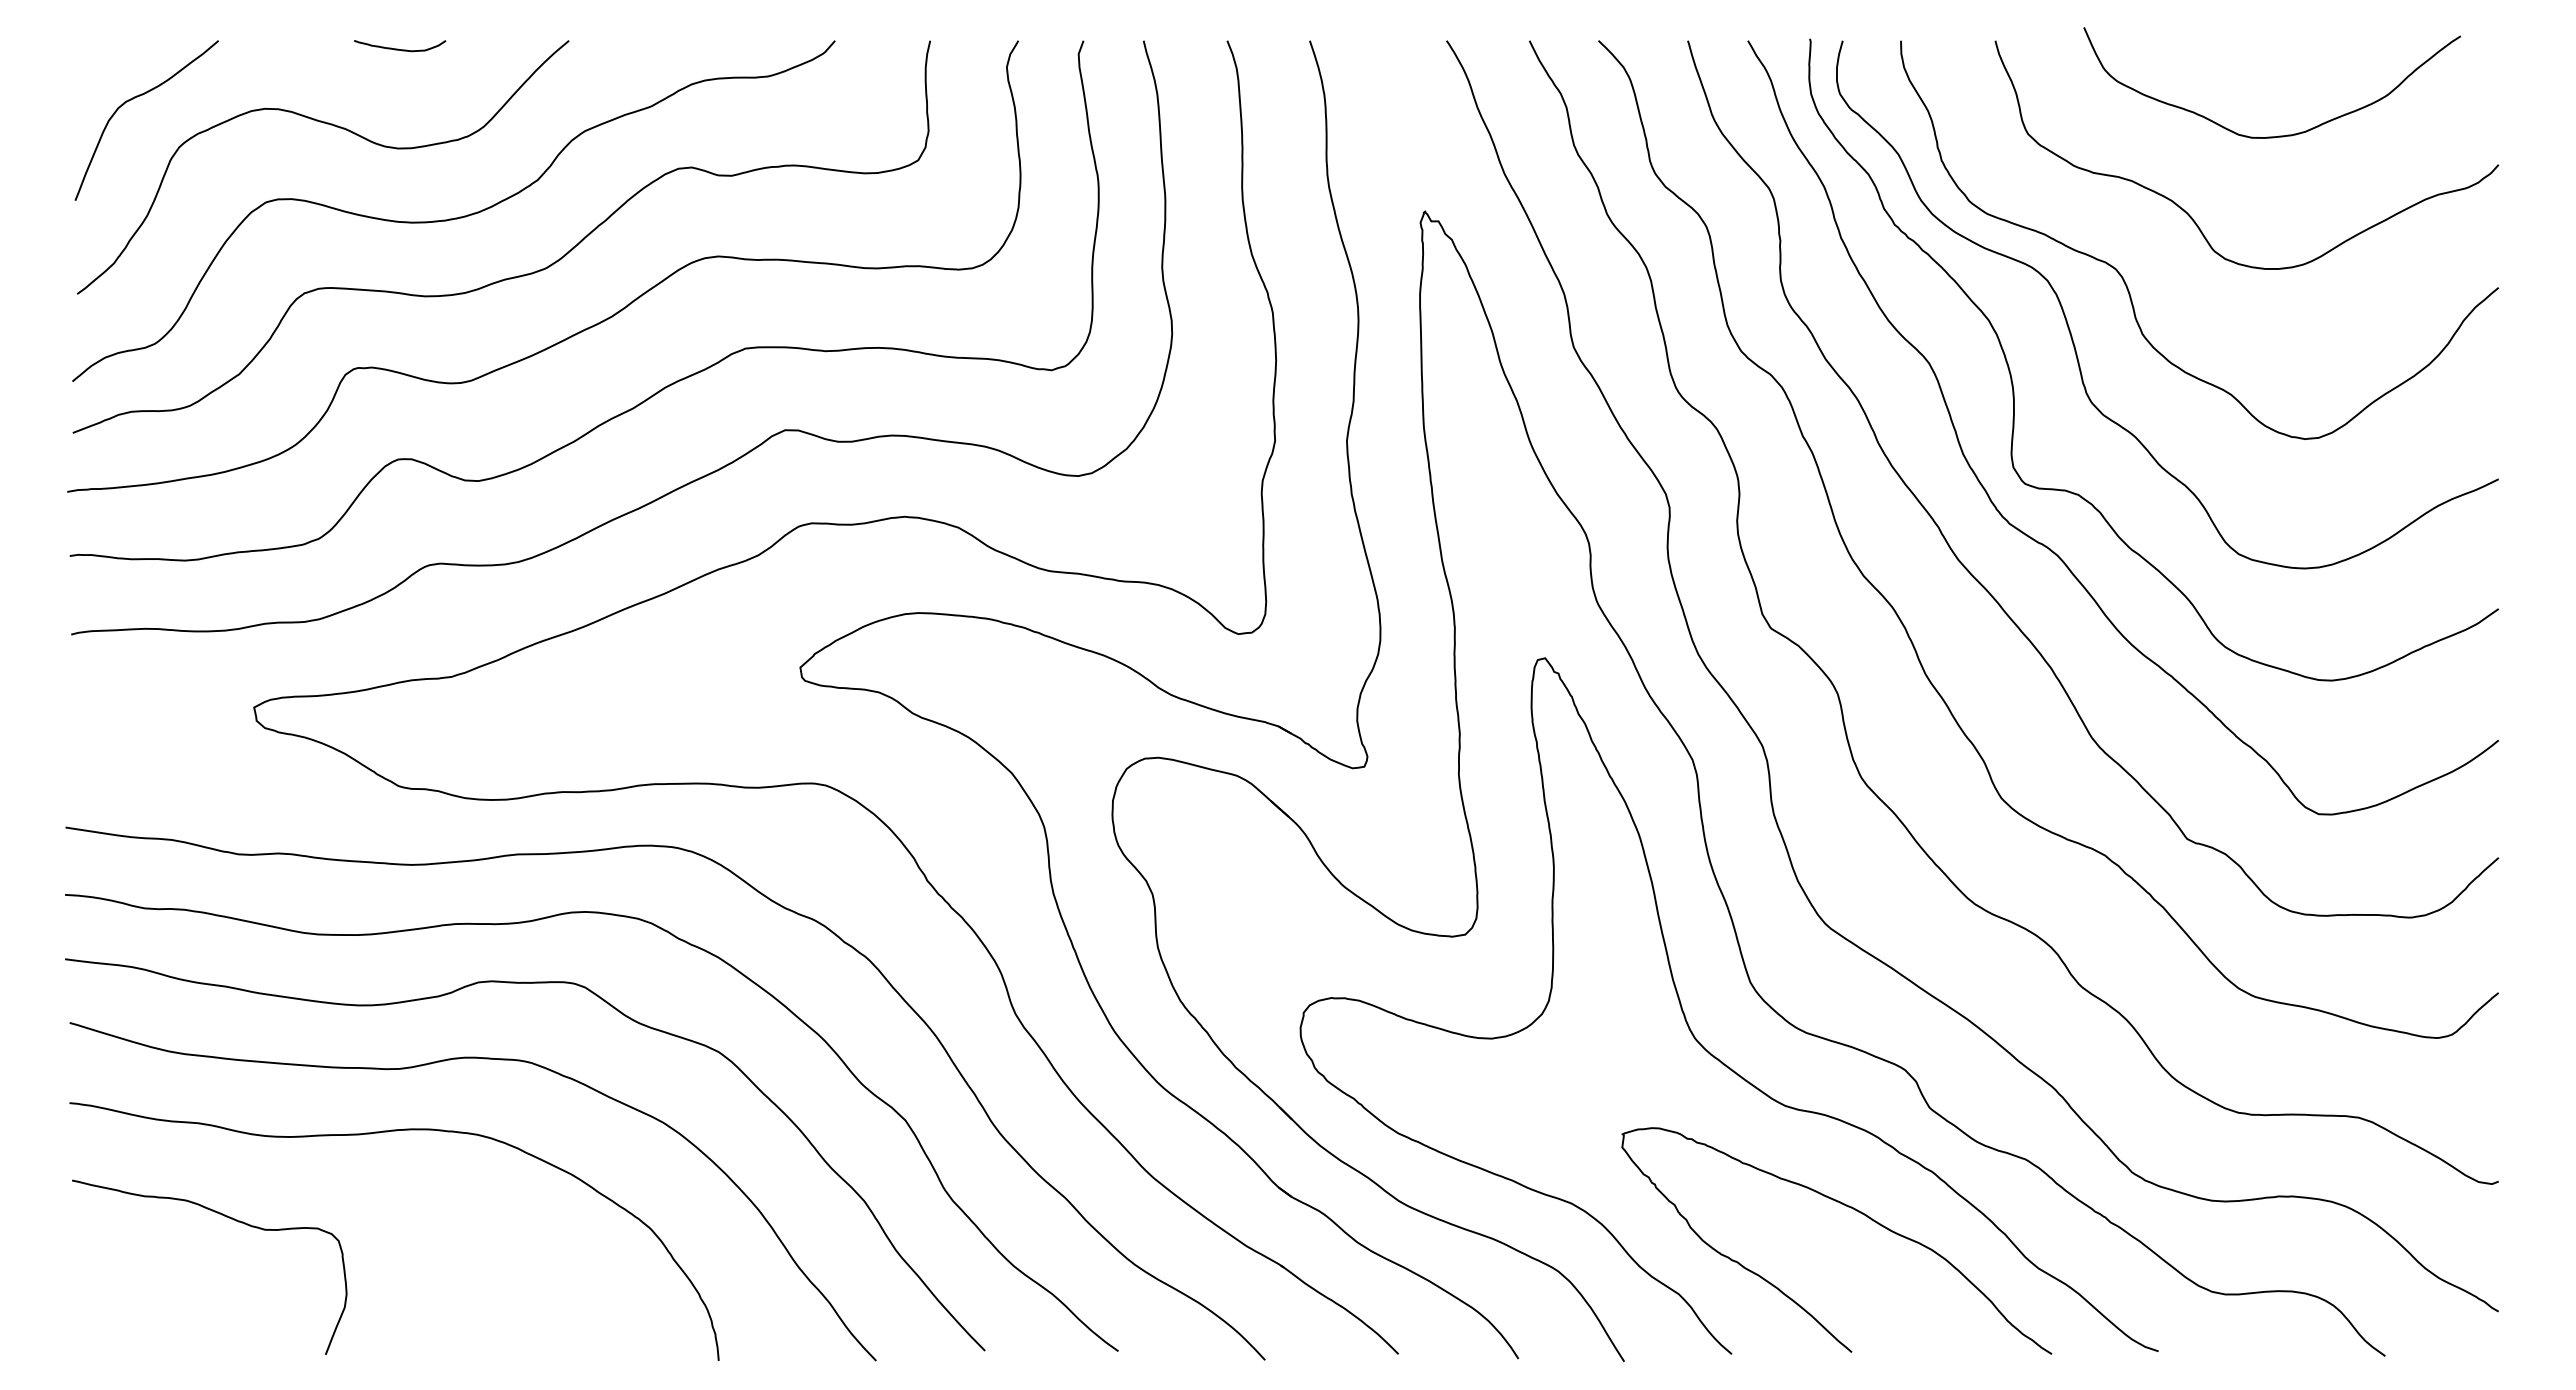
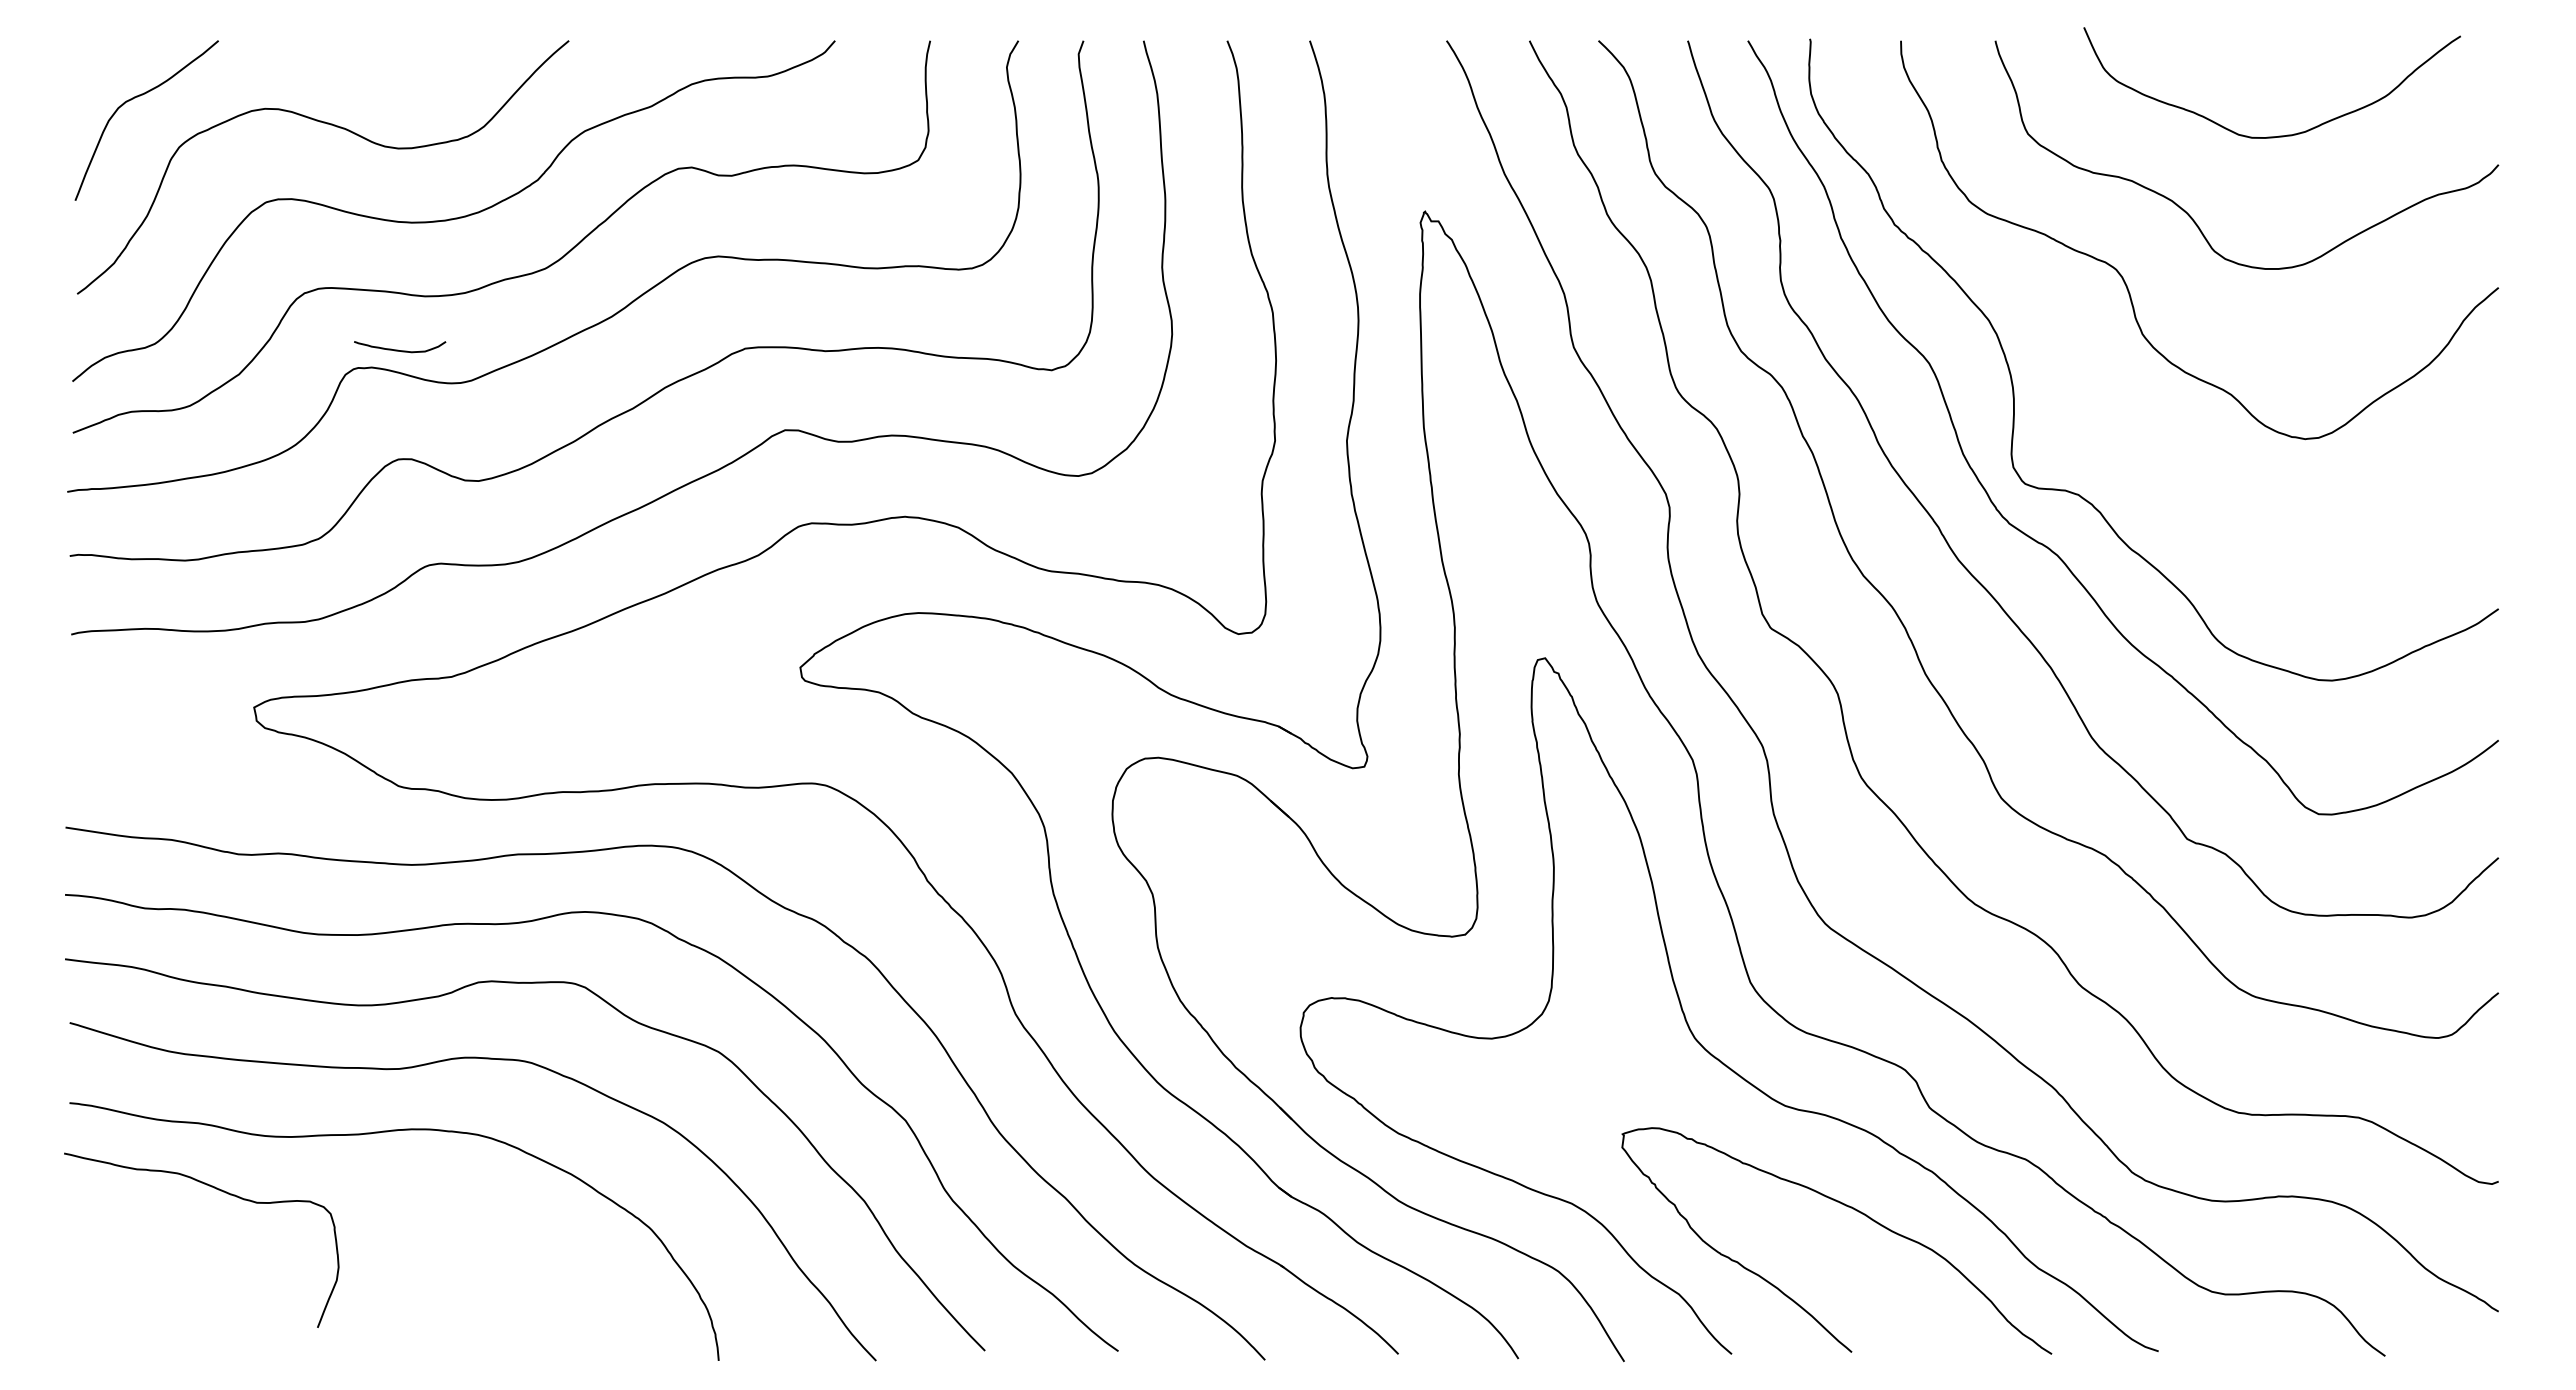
curve at (398, 48) position: (398, 48) -> (398, 349)
curve at (2071, 332): present -> none
curve at (228, 1218) position: (228, 1218) -> (220, 1191)
